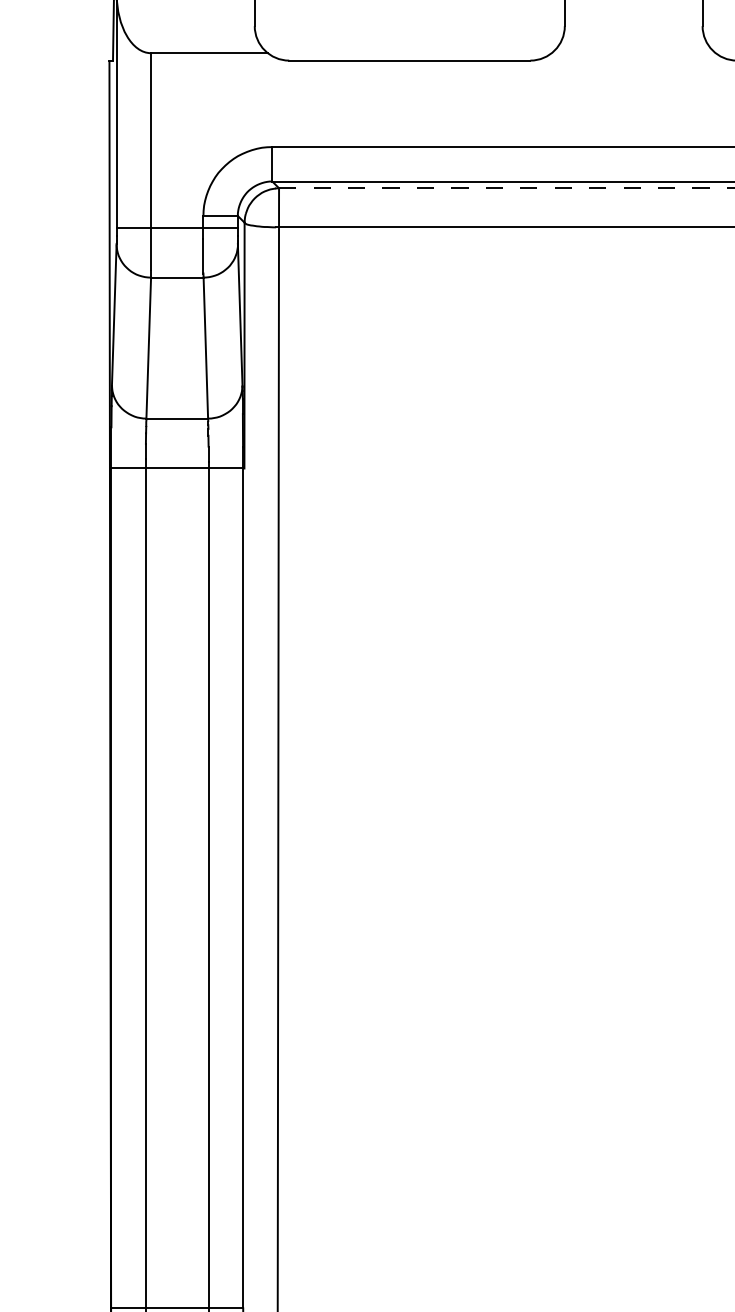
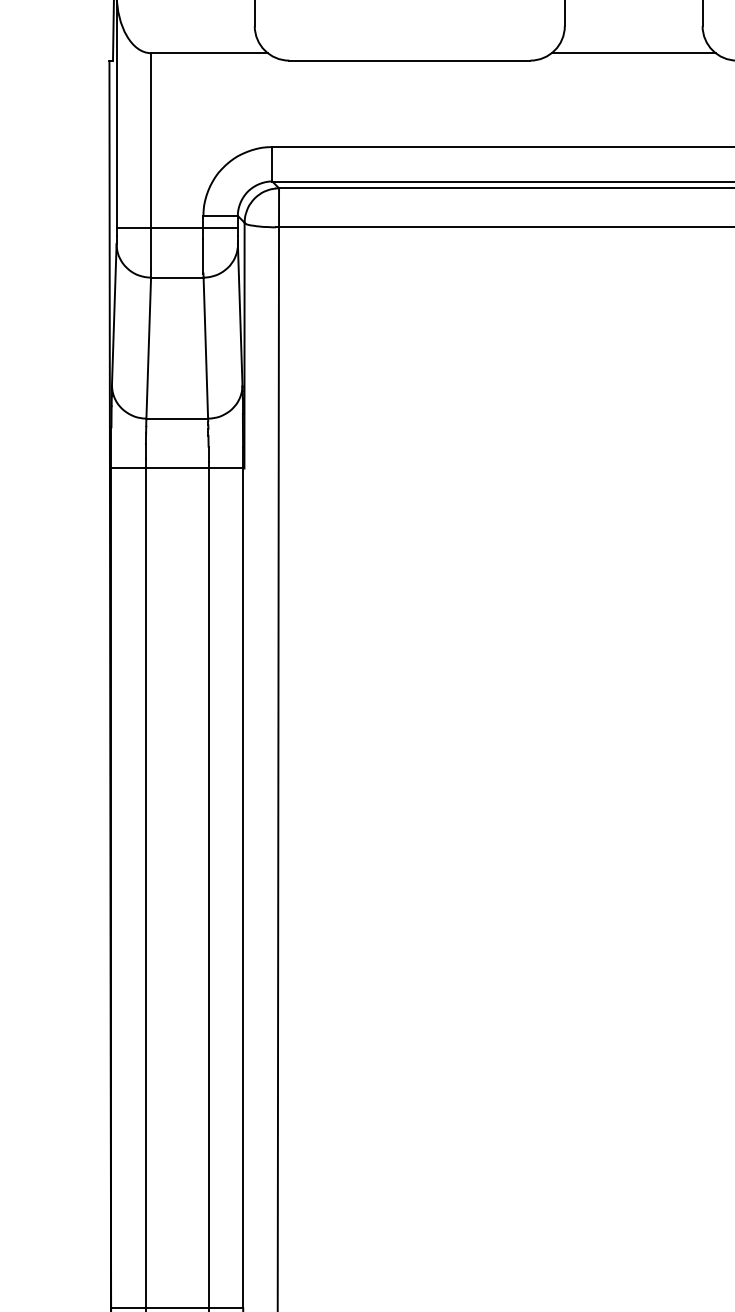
line at (633, 53): none -> present
line at (506, 188): dashed -> solid
